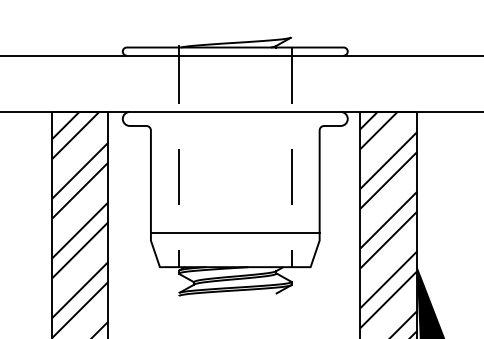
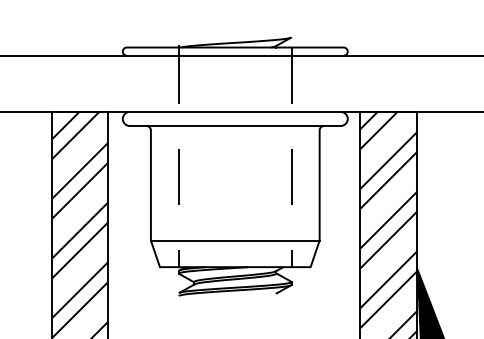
line at (235, 125): none -> present
line at (234, 232) position: (234, 232) -> (234, 240)
